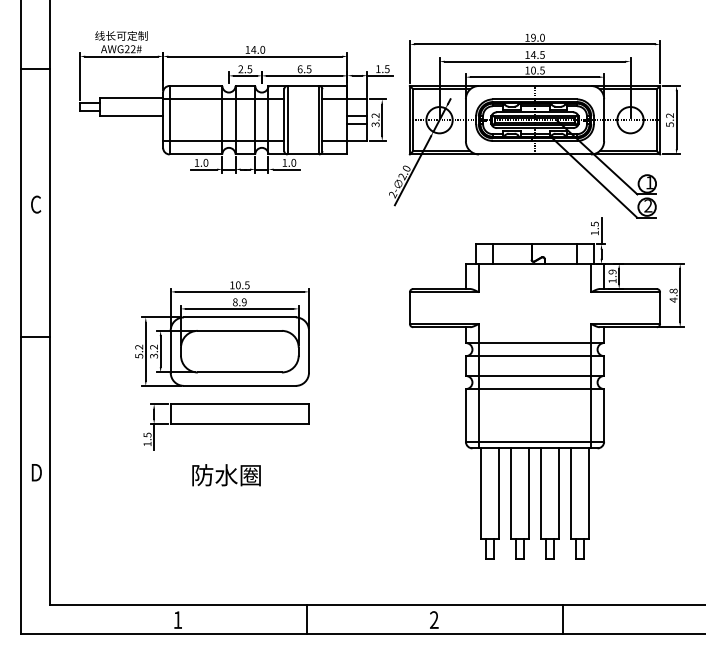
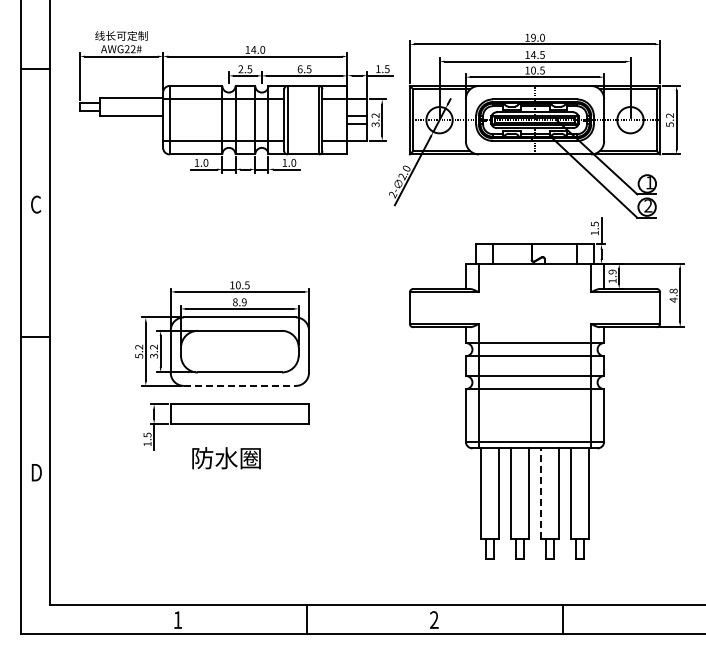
line at (239, 385): solid -> dashed
text at (226, 475) position: (226, 475) -> (226, 458)
line at (540, 493): solid -> dashed
